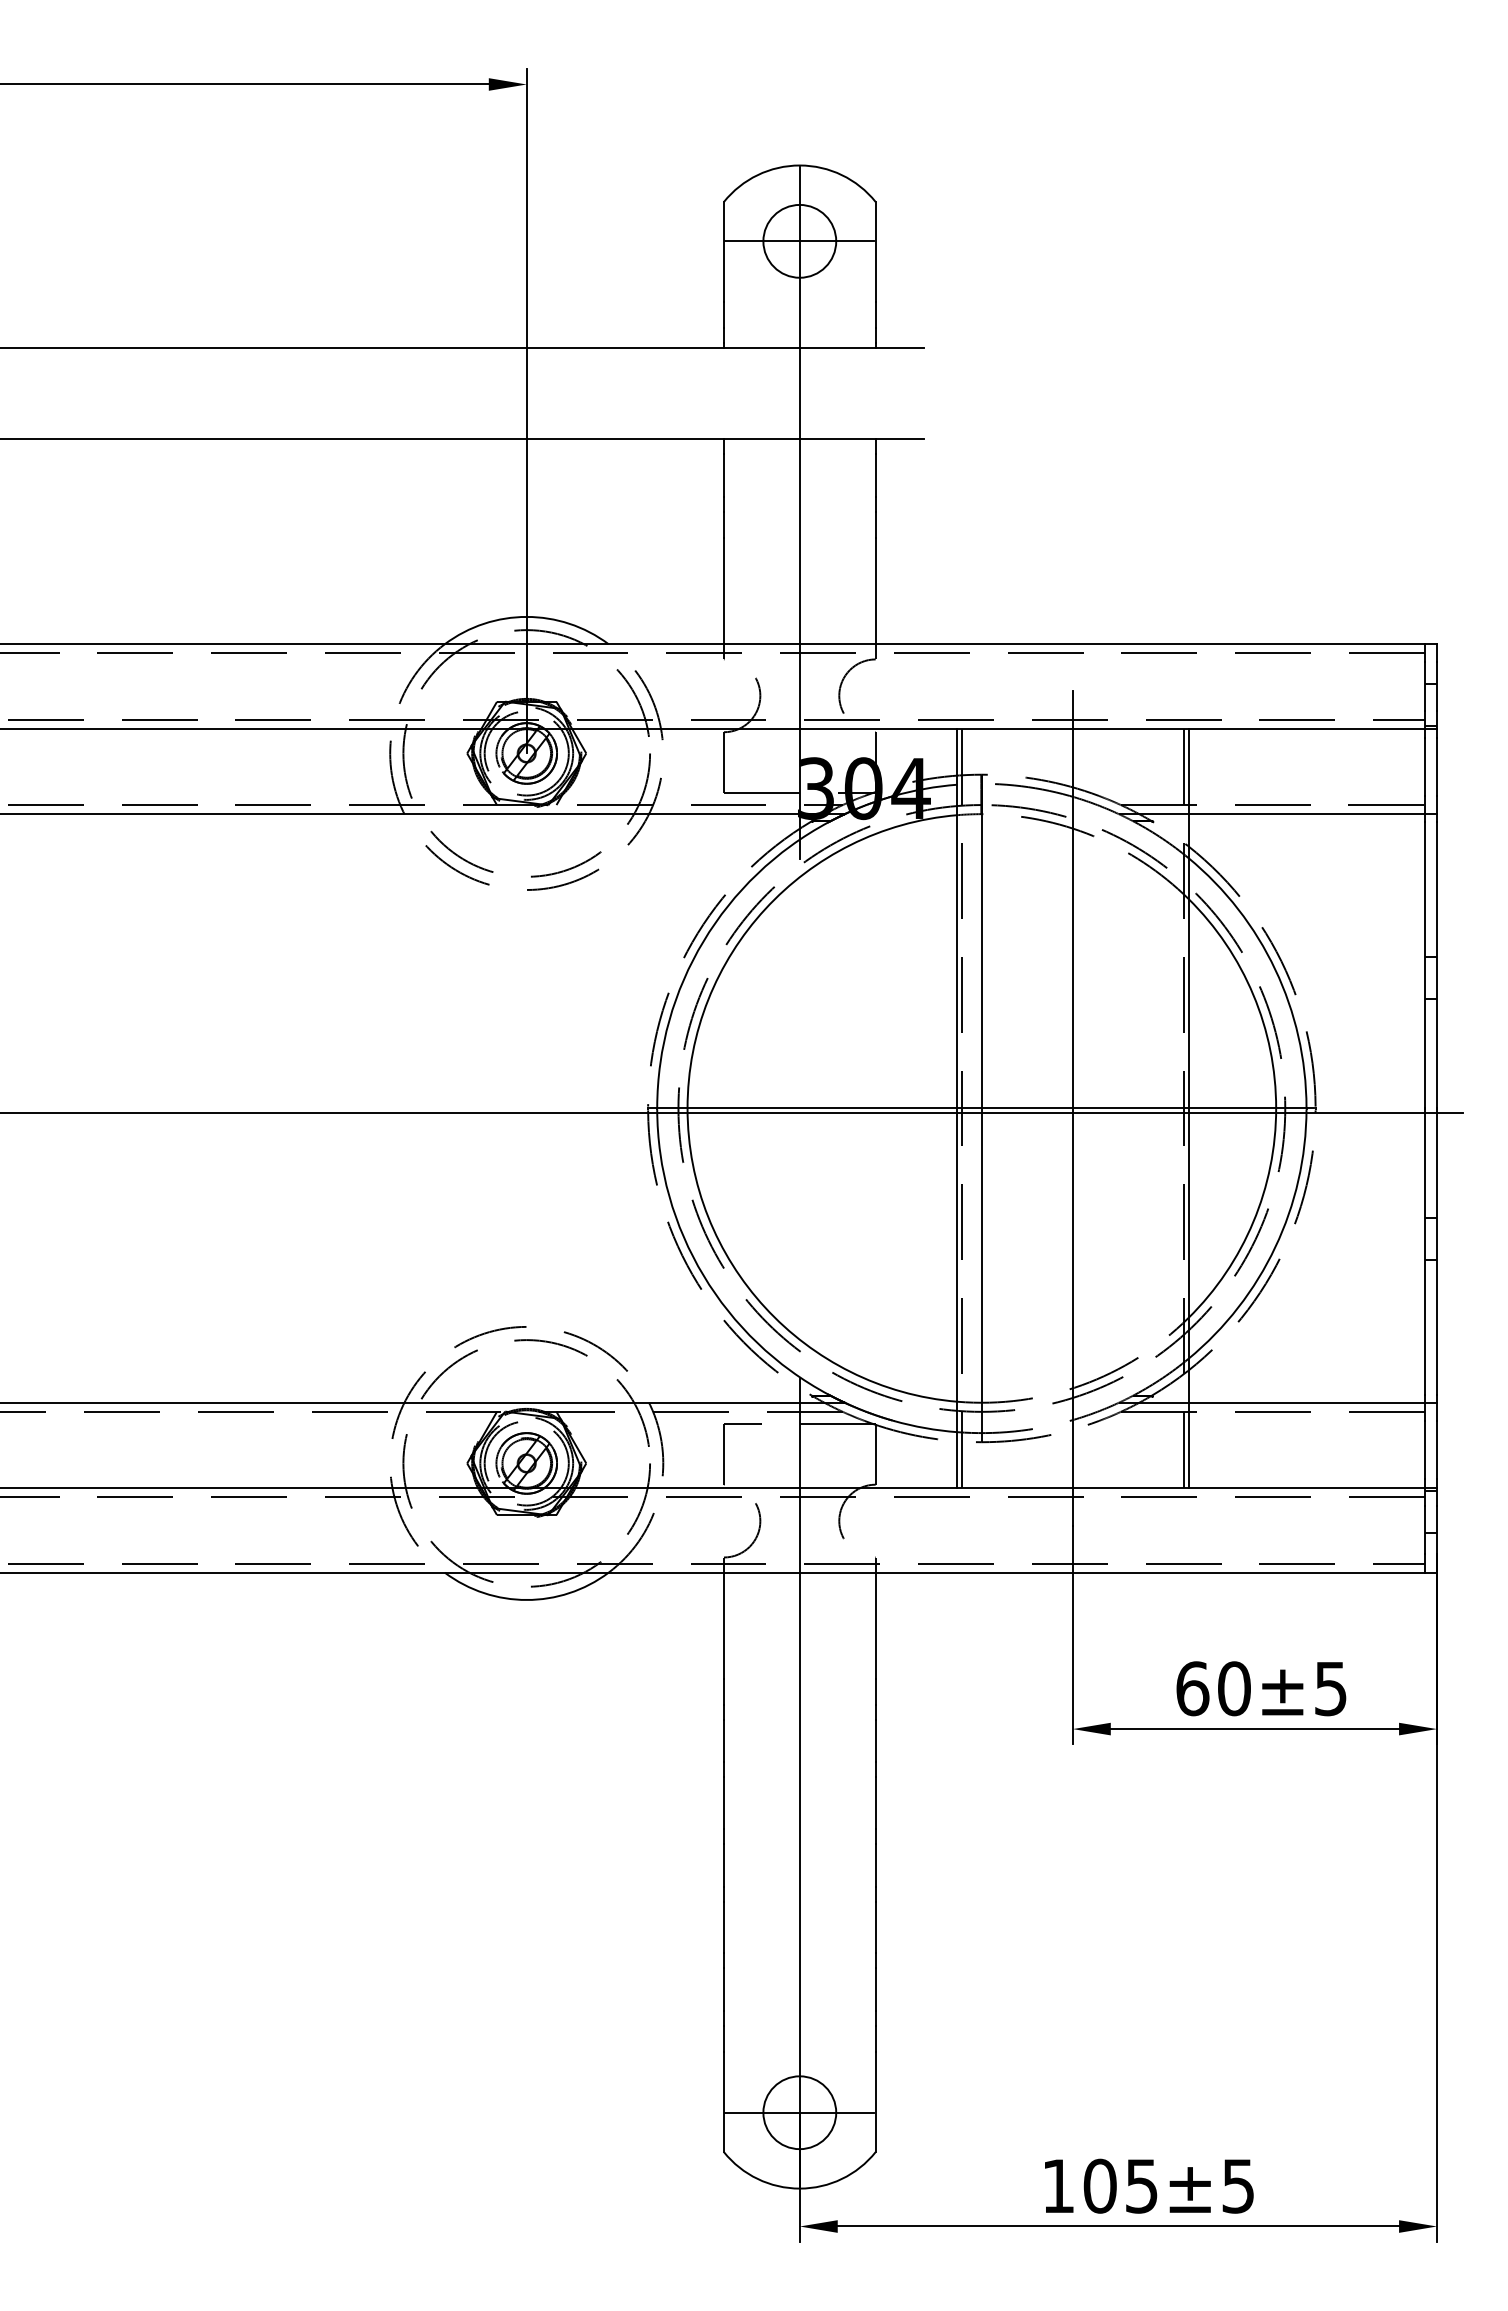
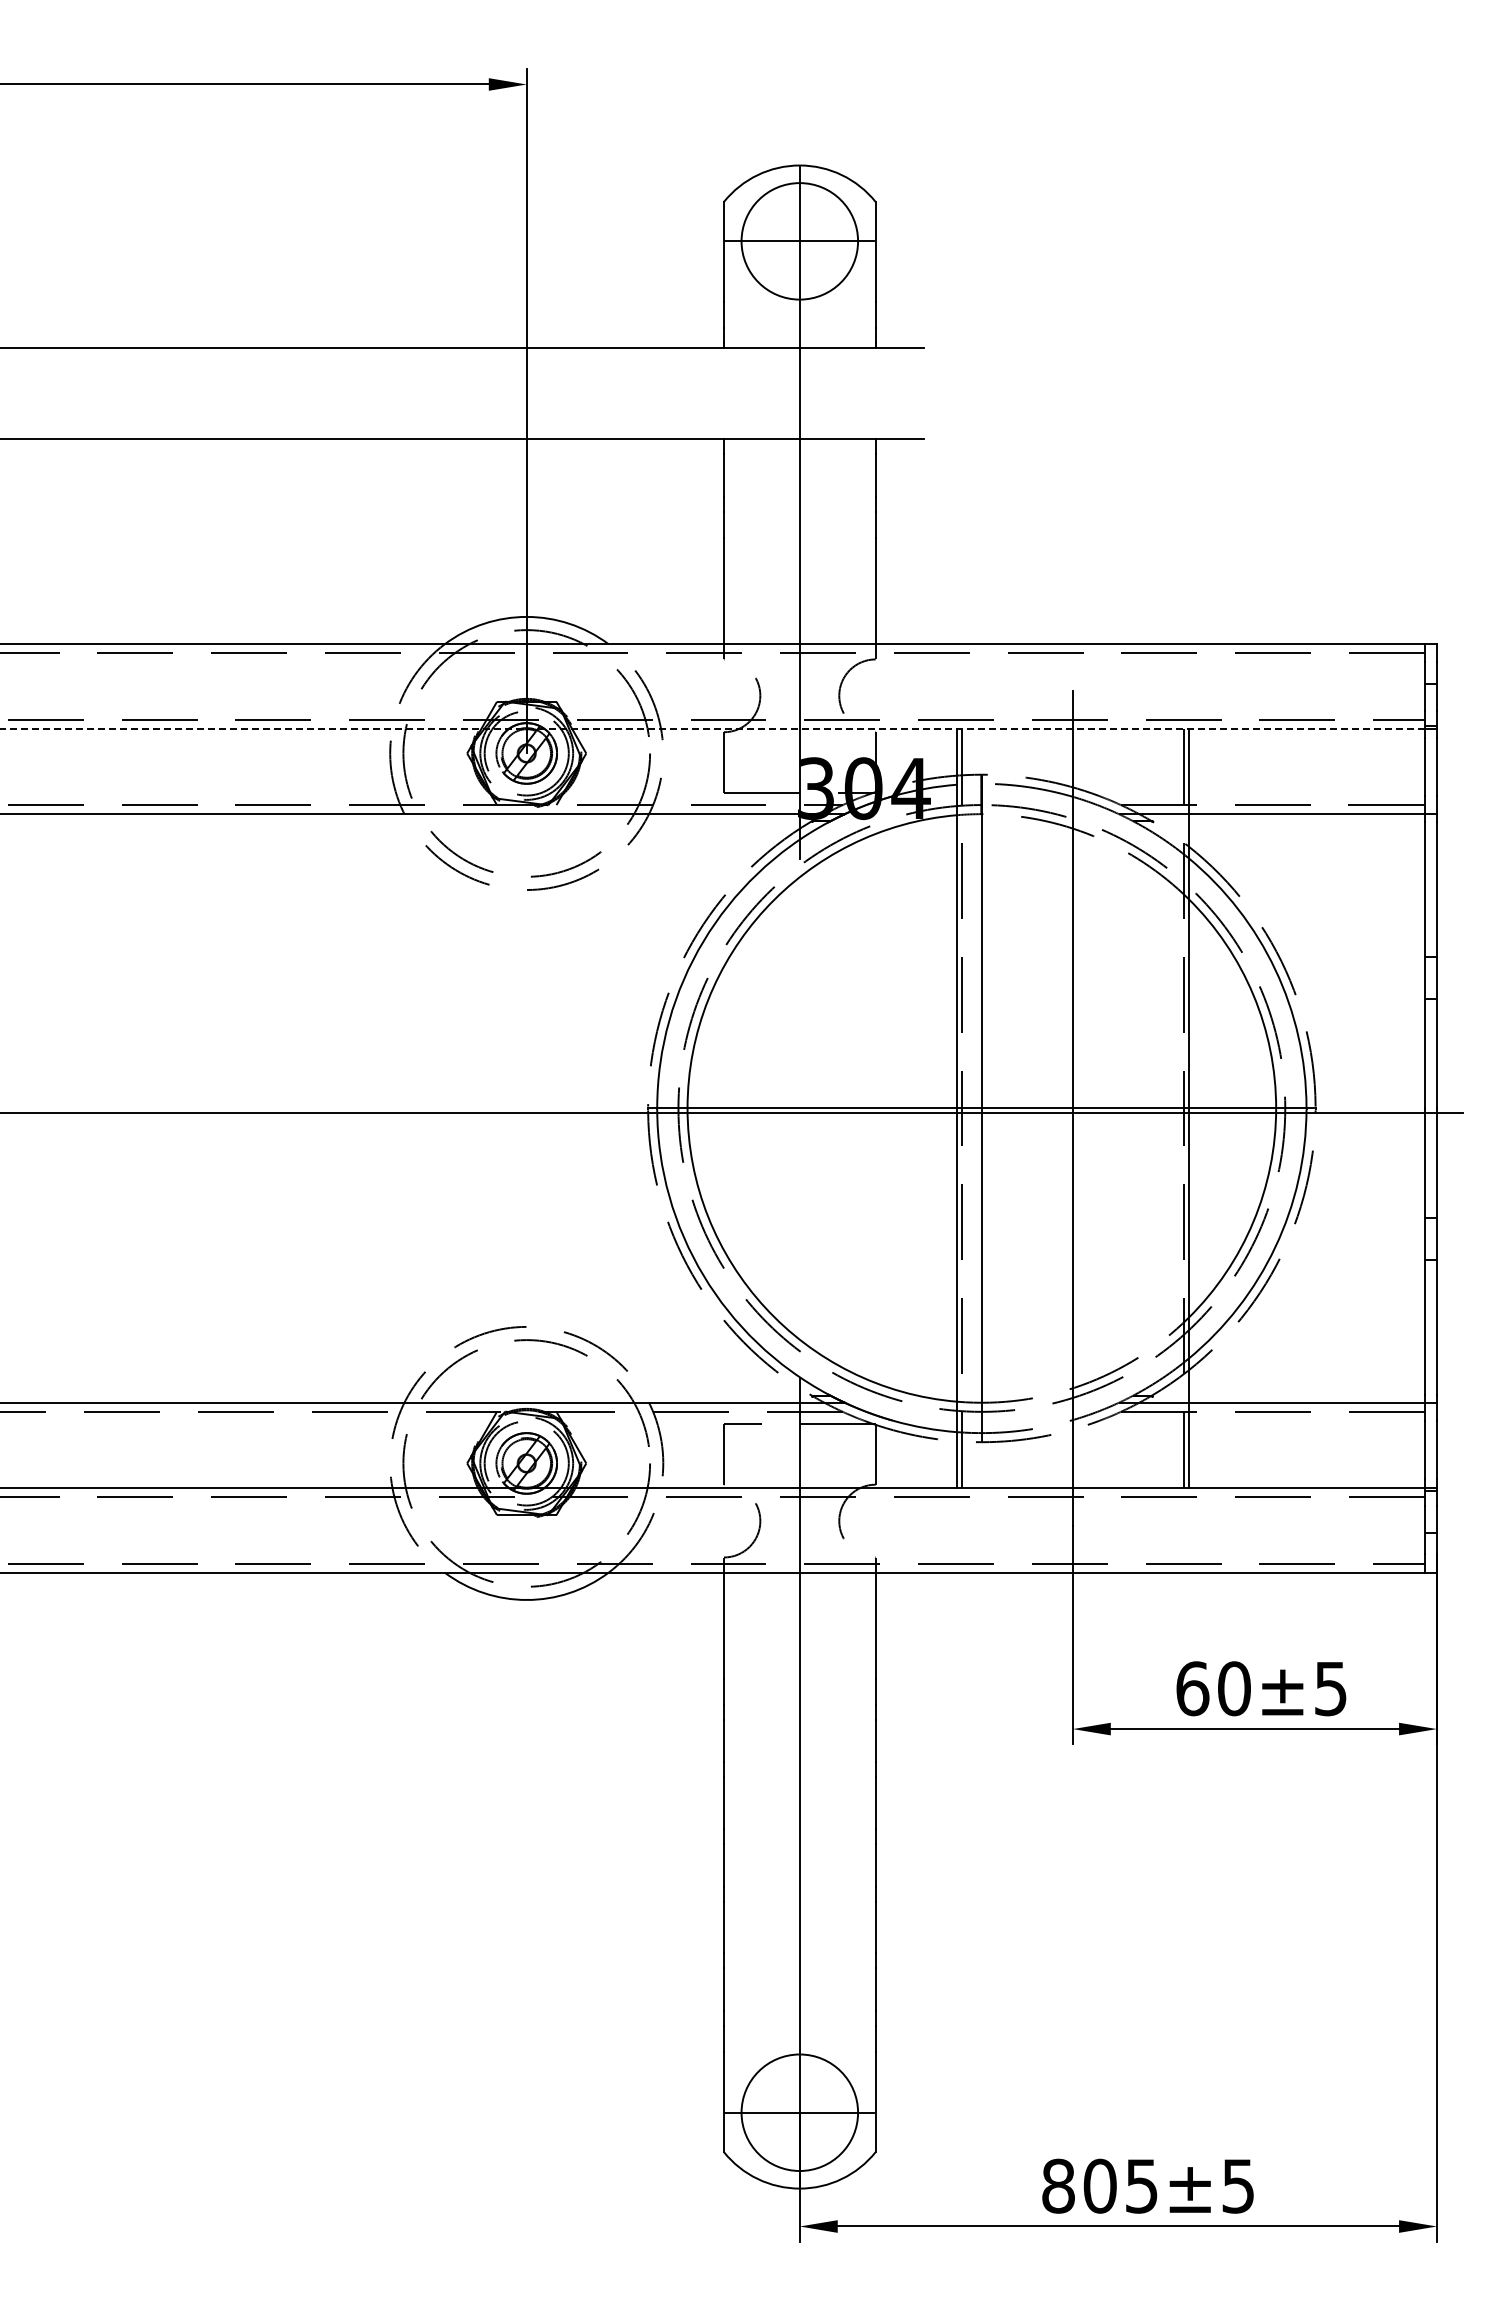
circle at (799, 240) diameter: 73 px -> 117 px
line at (712, 729): solid -> dashed
circle at (799, 2112) diameter: 73 px -> 117 px
text at (1058, 2185): 105 -> 805
